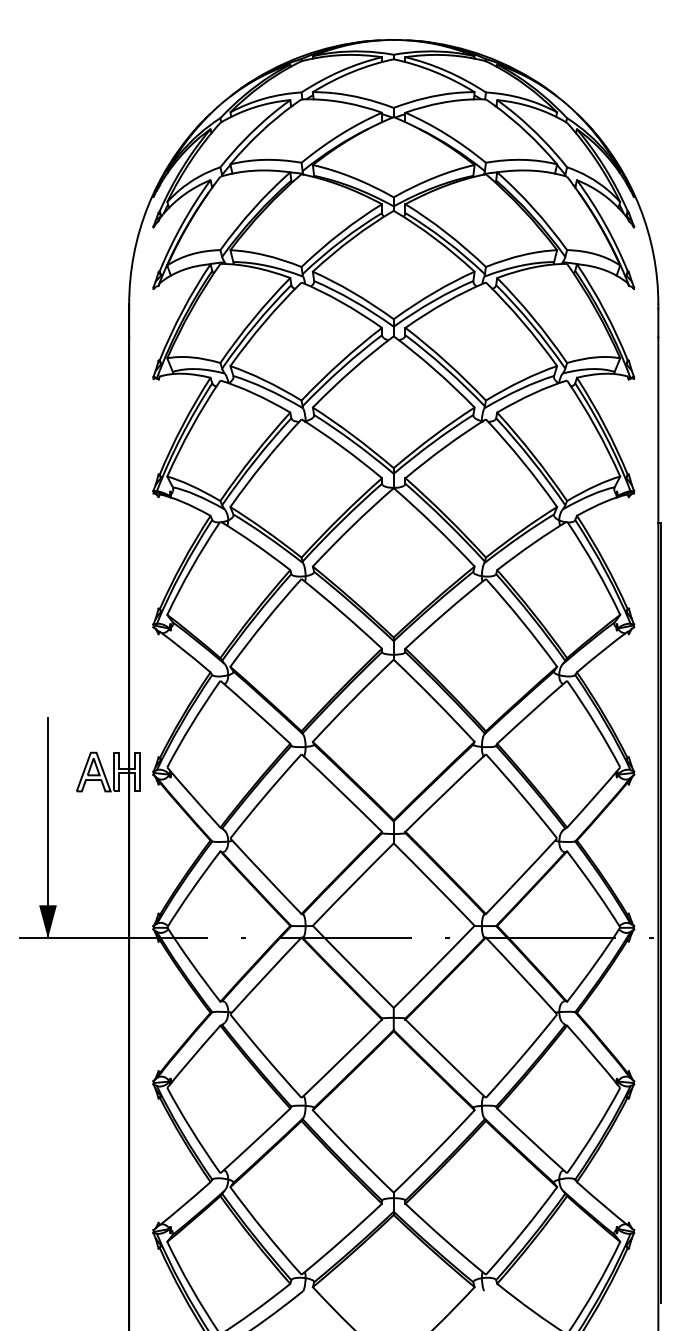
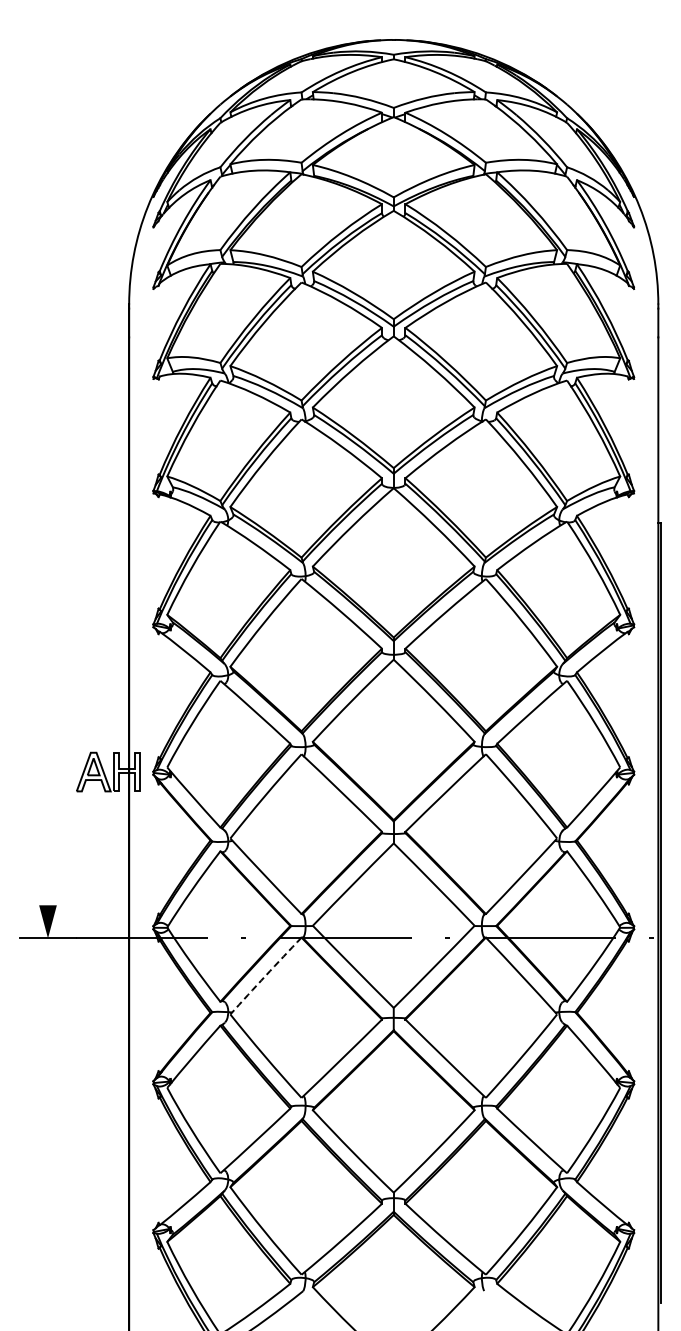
line at (48, 827): present -> none
arc at (265, 975): solid -> dashed
